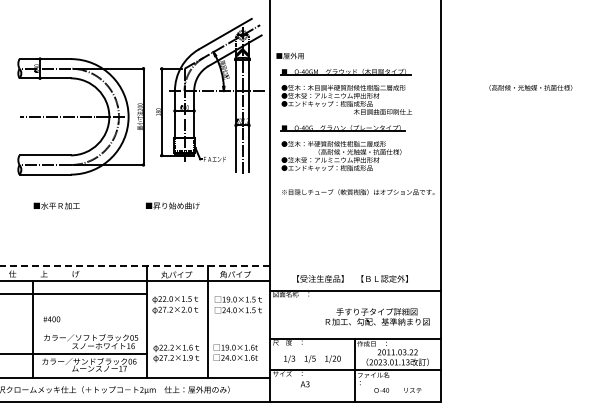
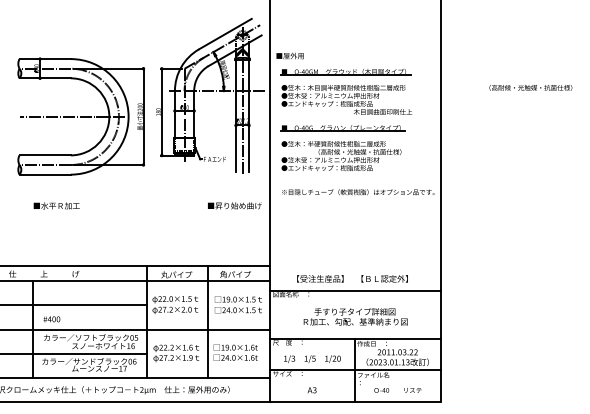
text at (172, 205) position: (172, 205) -> (234, 205)
line at (134, 266): dashed -> solid
line at (74, 294) position: (74, 294) -> (74, 305)
text at (377, 316) position: (377, 316) -> (355, 316)
line at (135, 329): none -> present
text at (304, 384) position: (304, 384) -> (311, 390)
